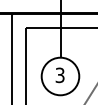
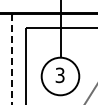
line at (12, 59): solid -> dashed
